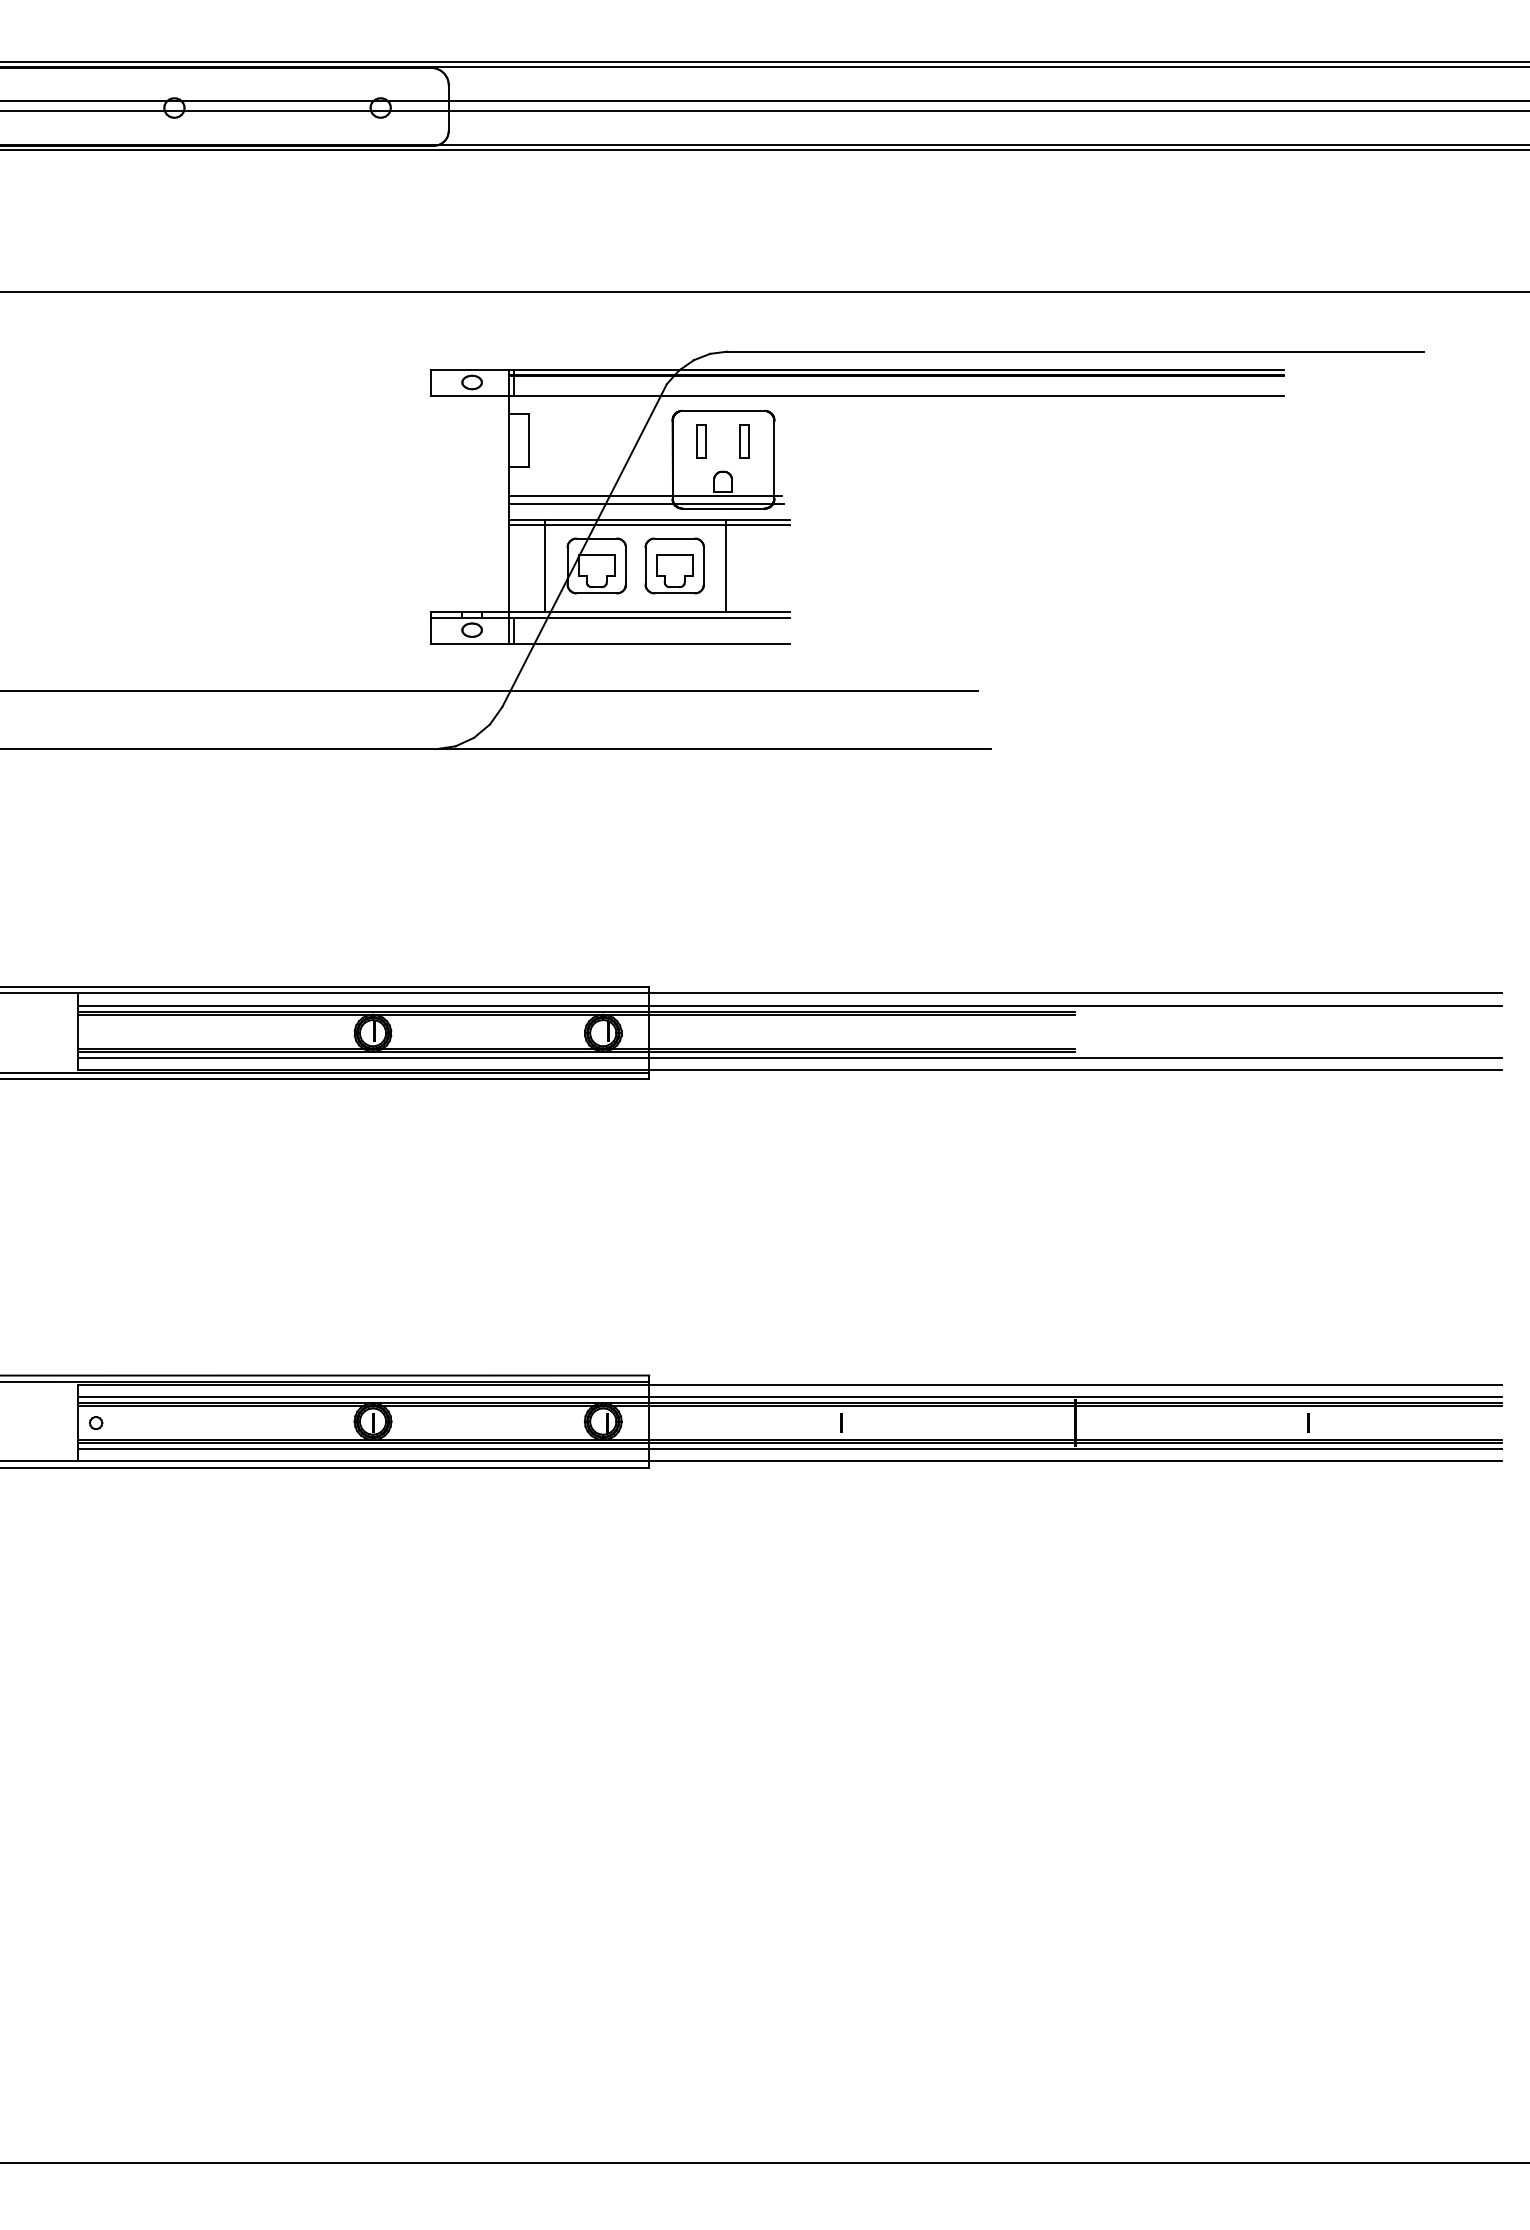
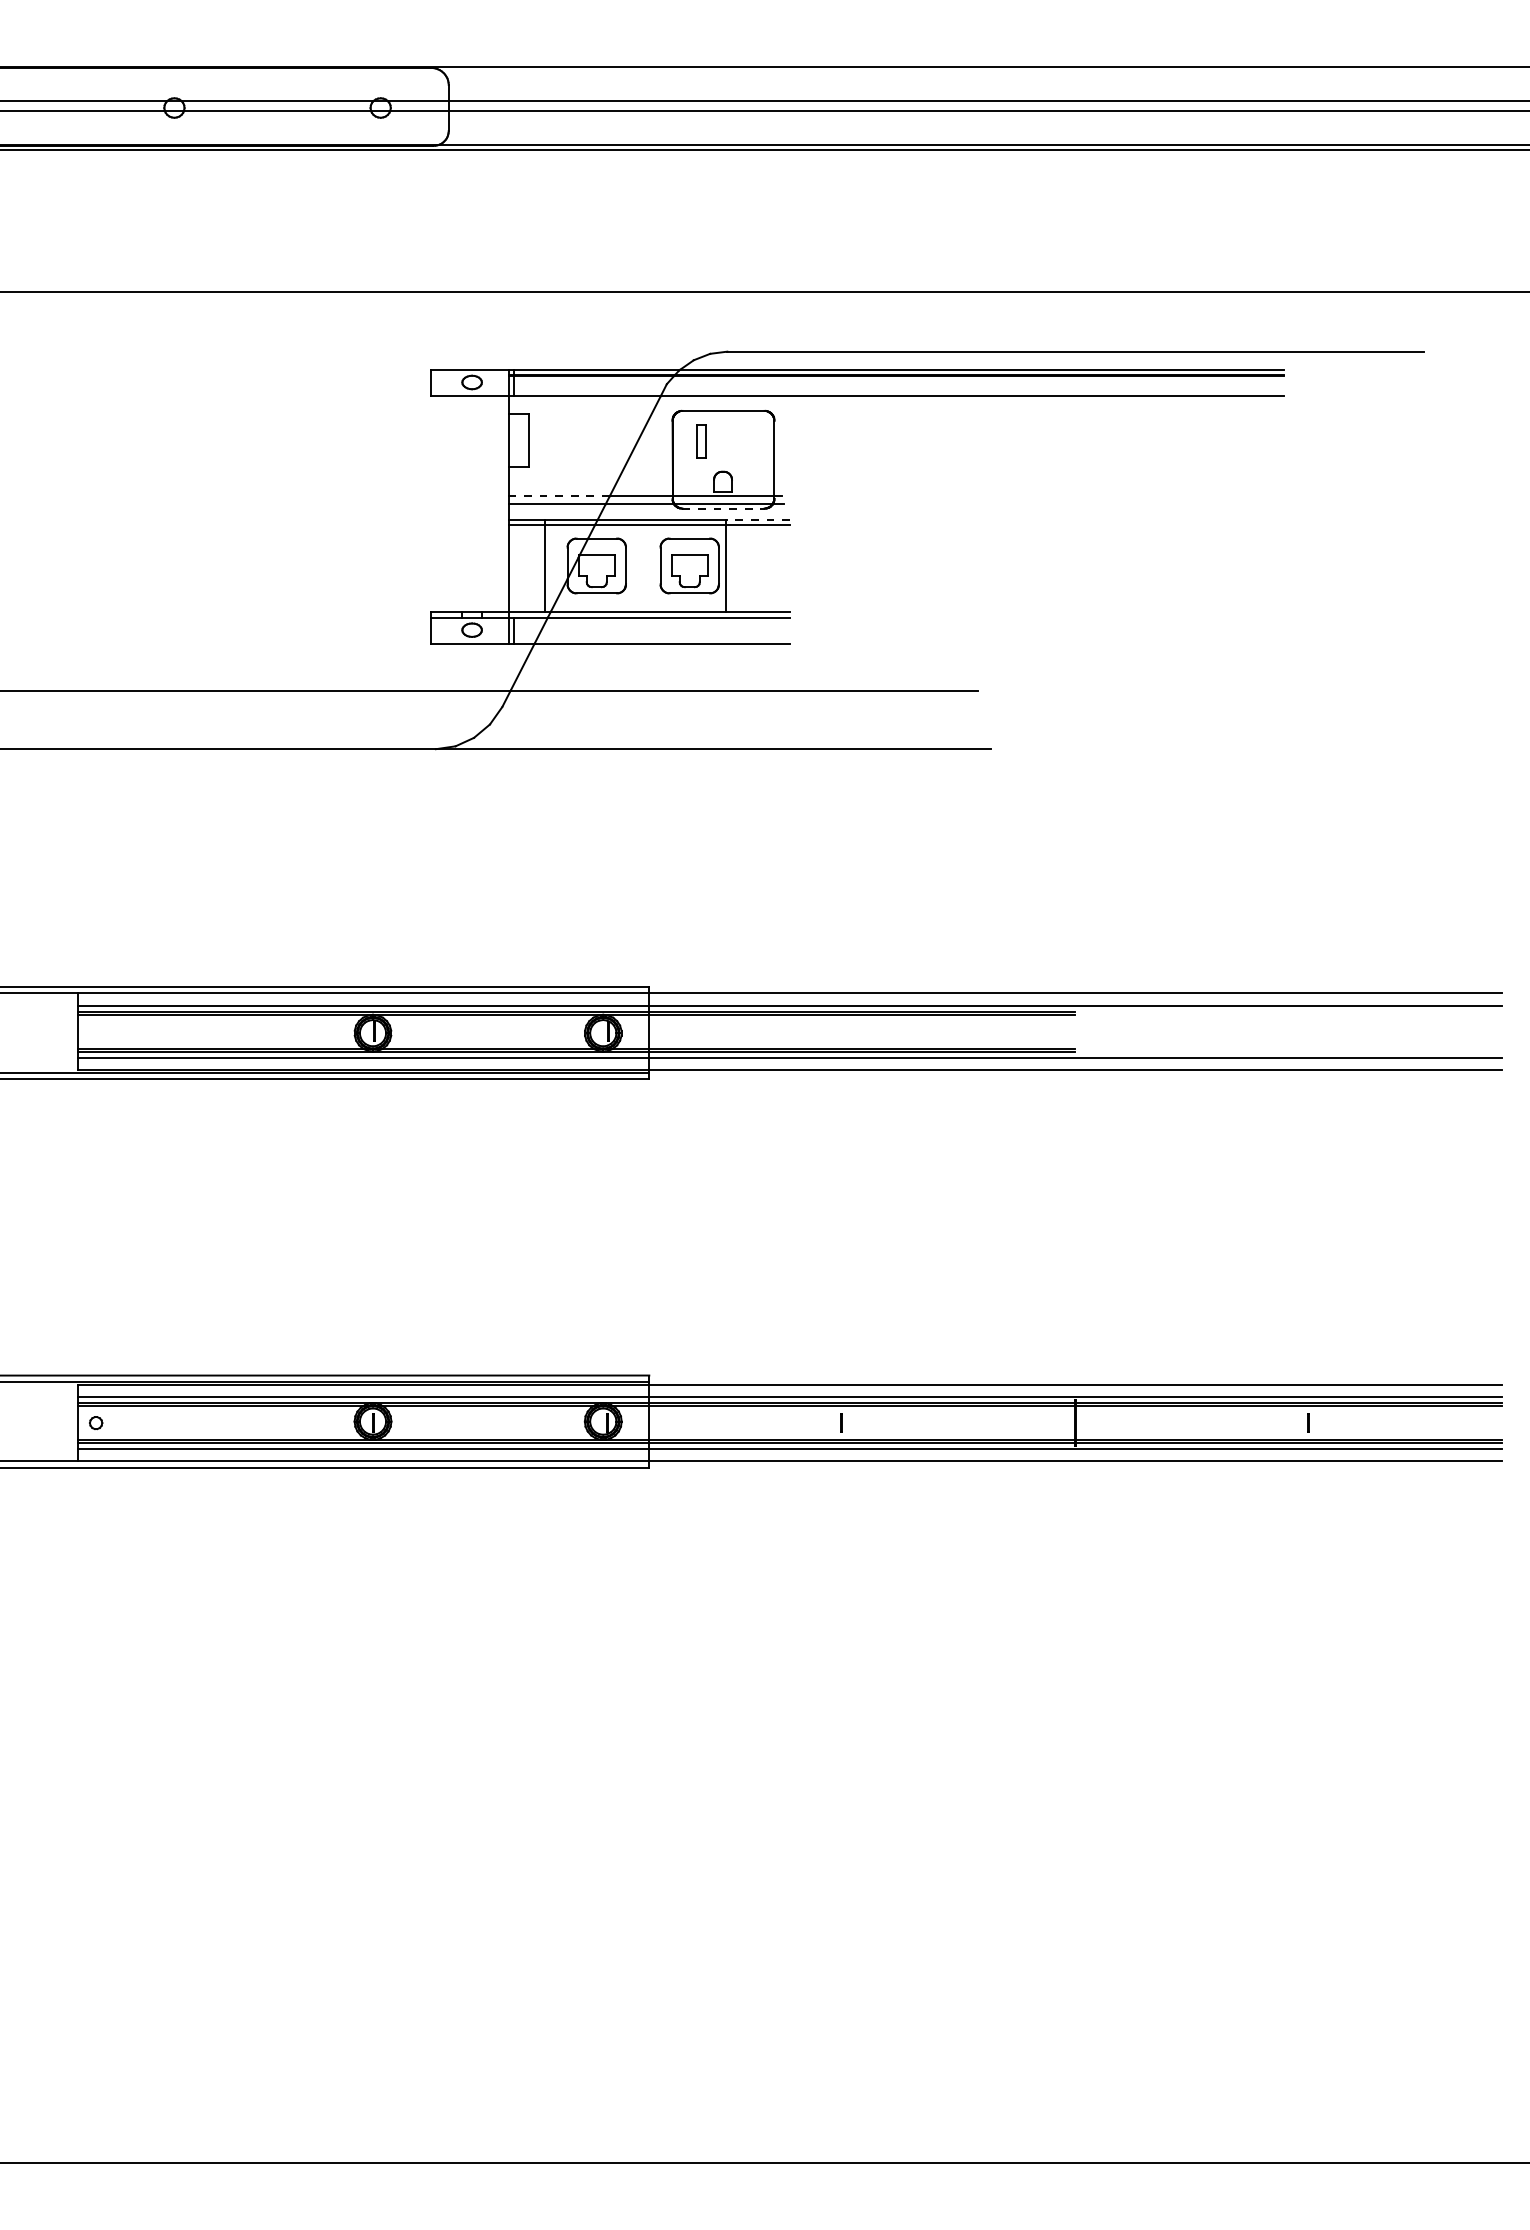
line at (764, 61): present -> none
part at (744, 441): present -> none
line at (558, 496): solid -> dashed
line at (724, 508): solid -> dashed
line at (757, 520): solid -> dashed
part at (674, 565) position: (674, 565) -> (689, 565)
